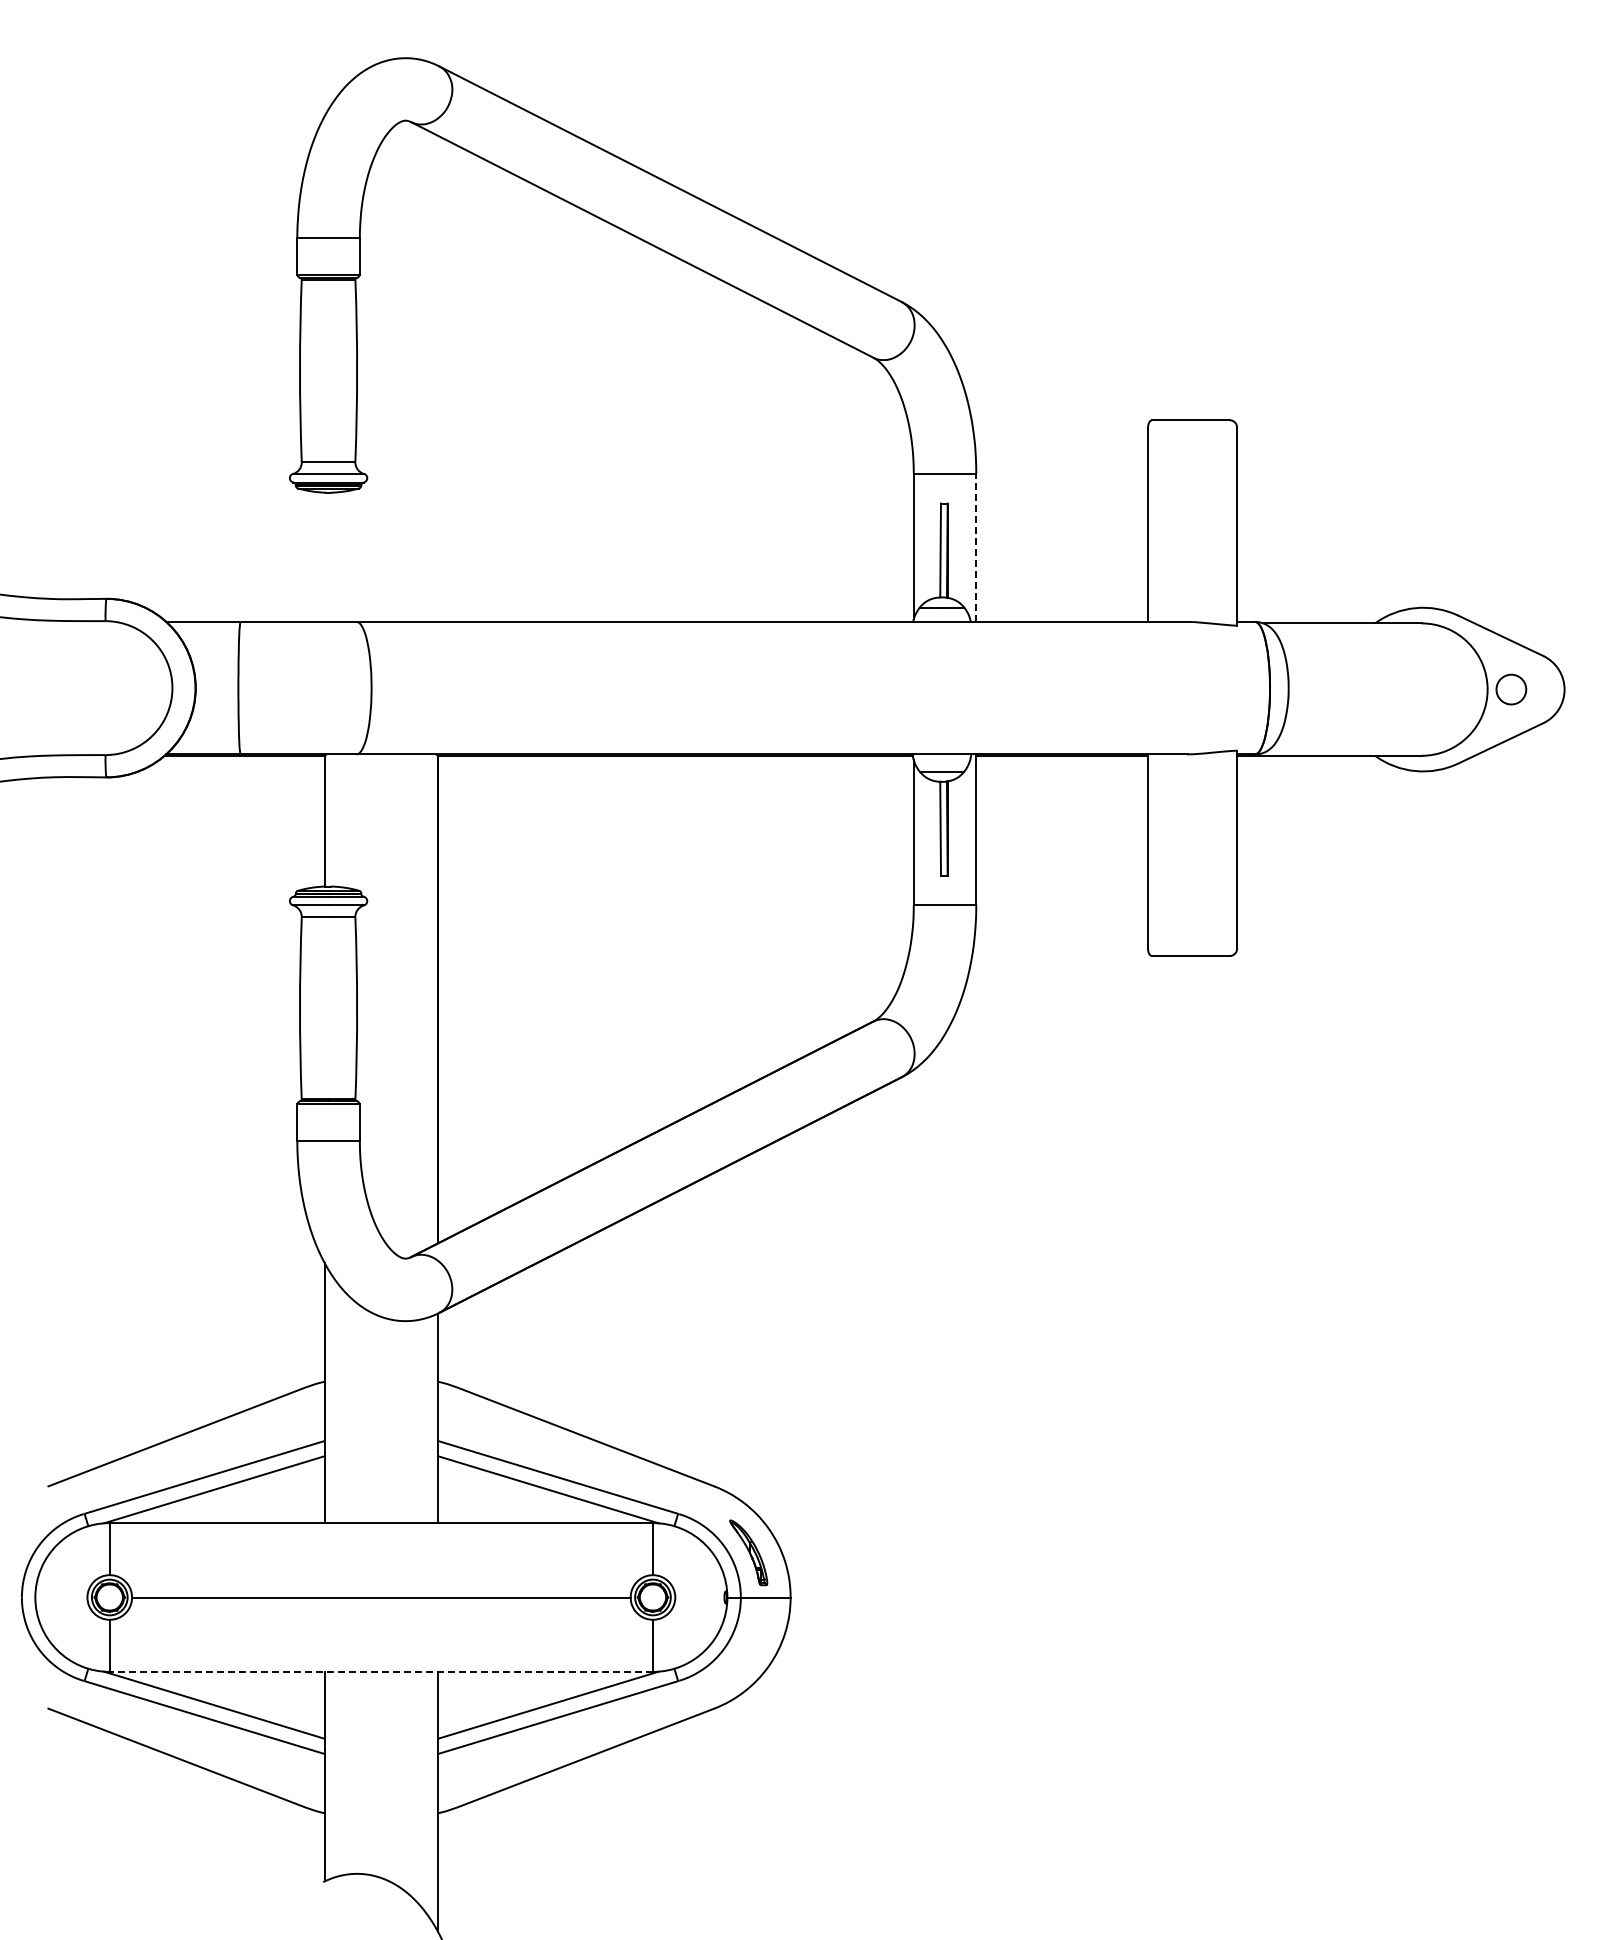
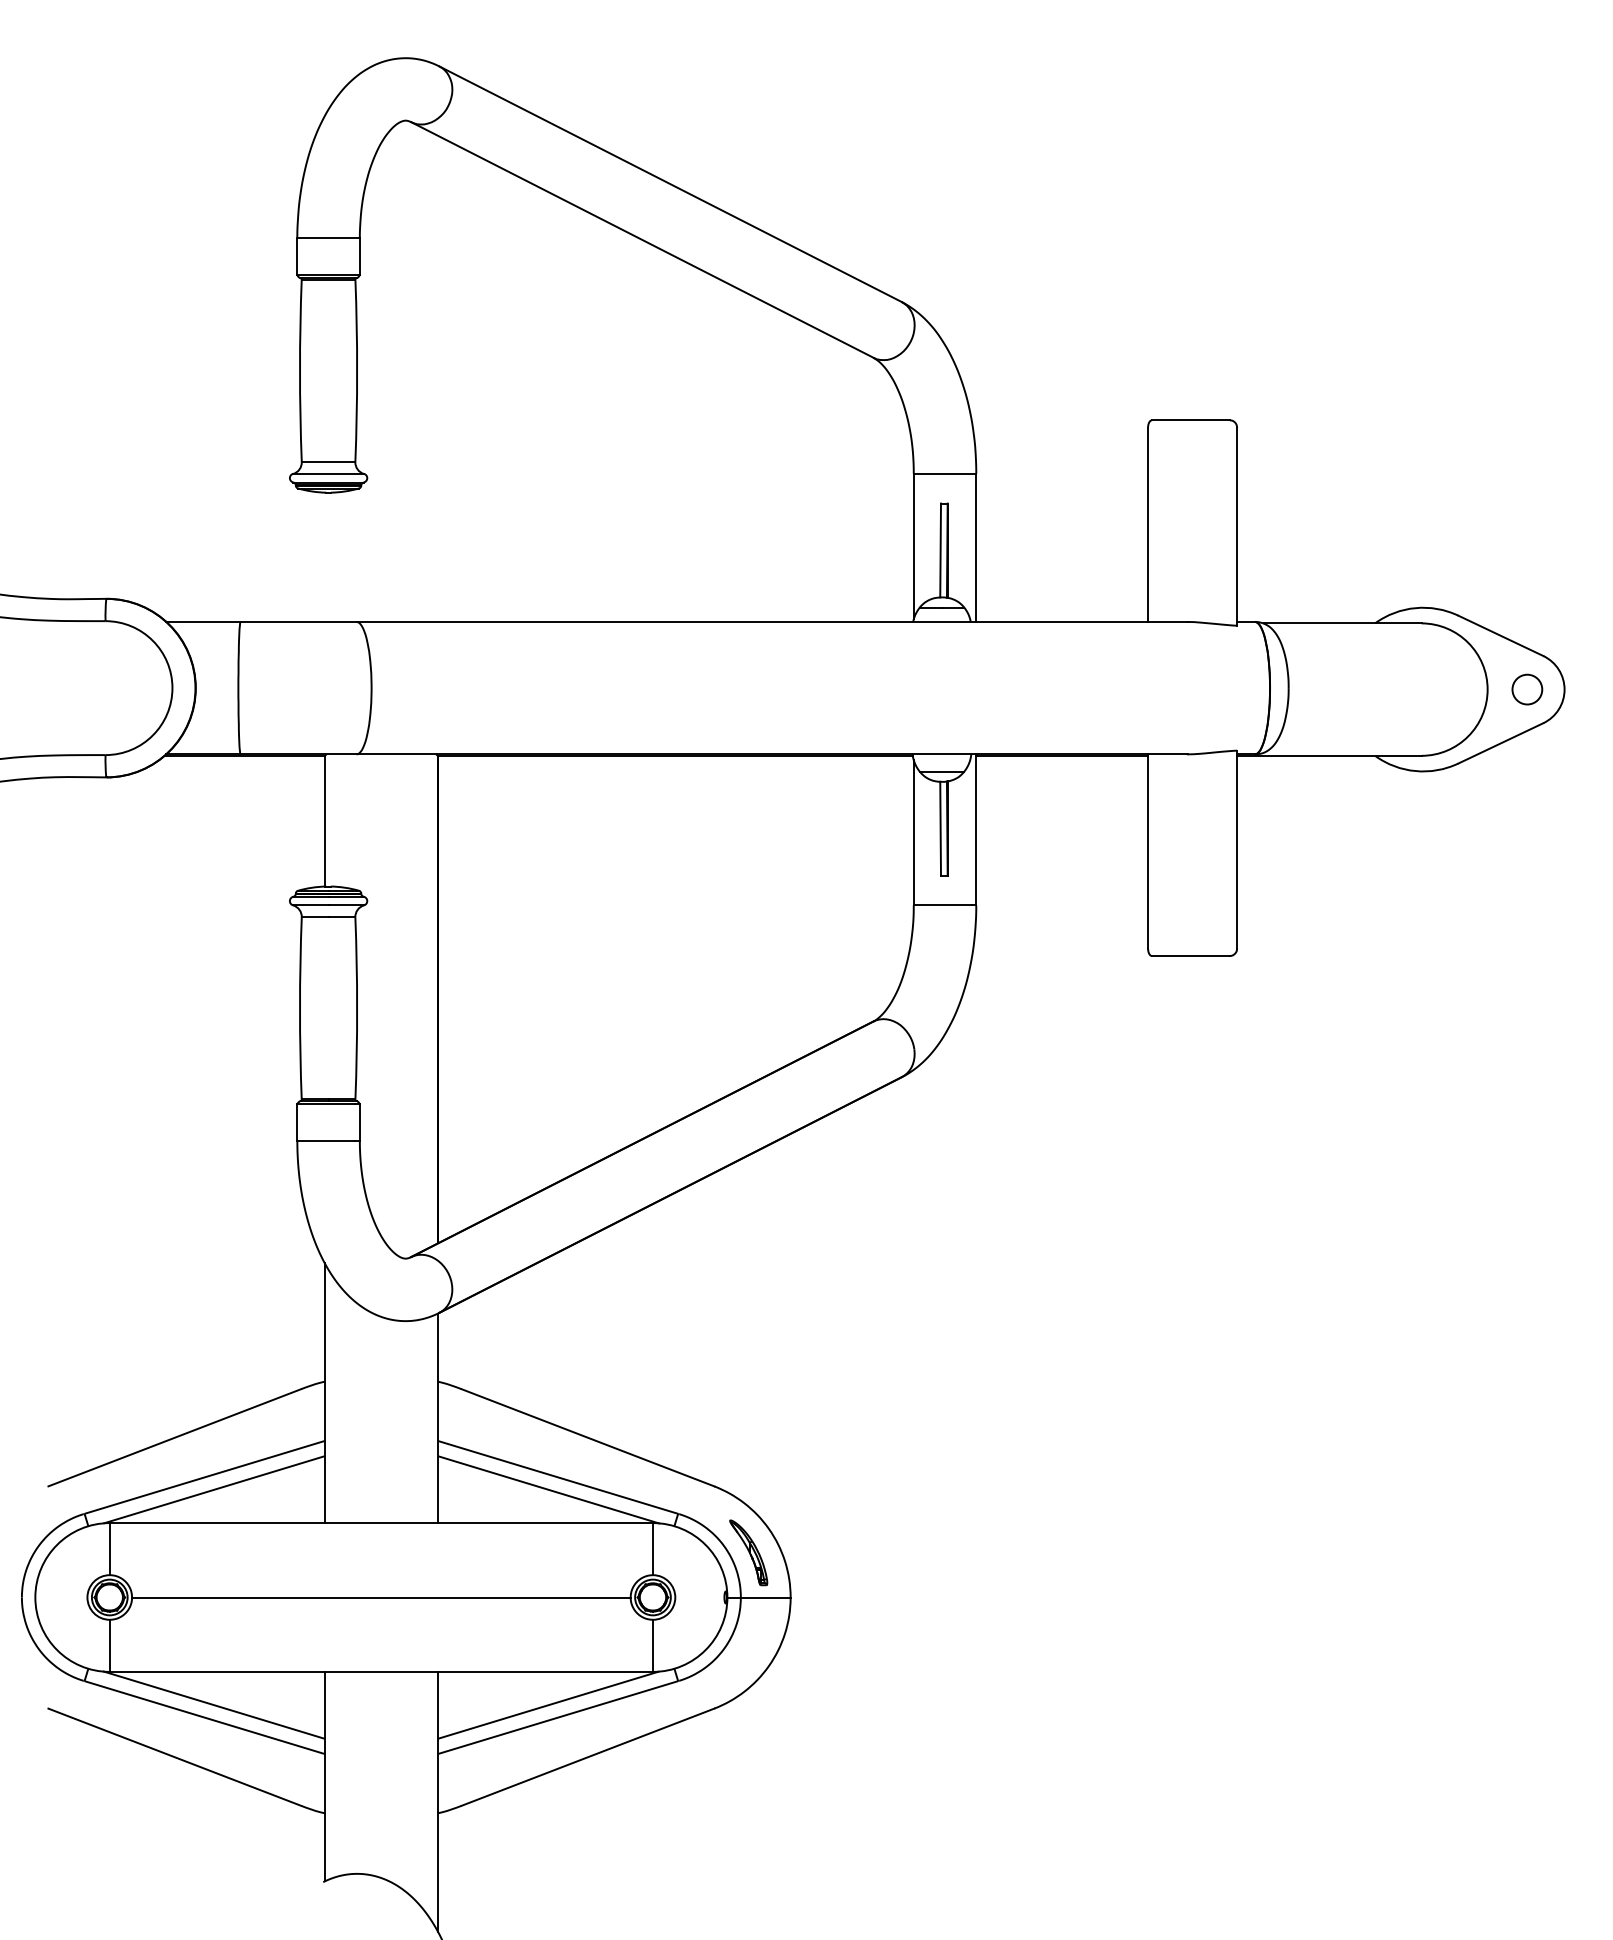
line at (976, 547): dashed -> solid
circle at (1511, 689) position: (1511, 689) -> (1527, 689)
line at (381, 1671): dashed -> solid
